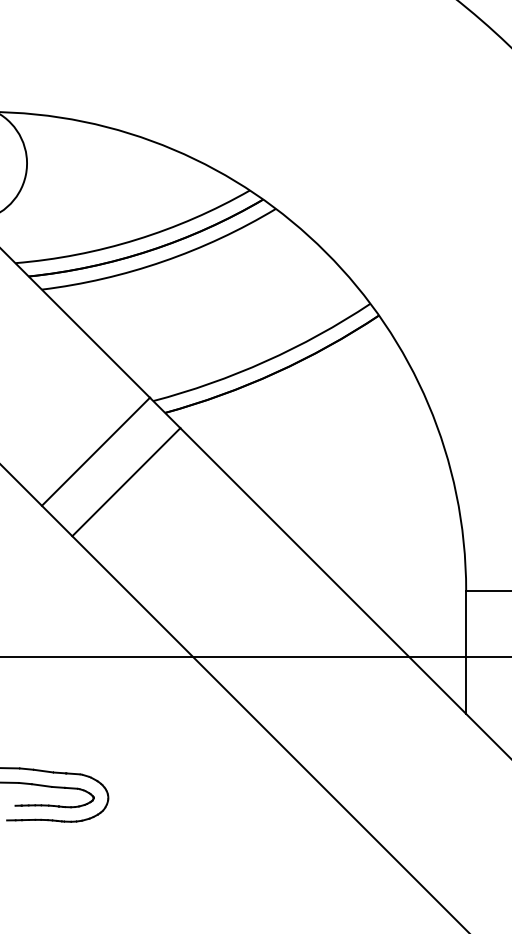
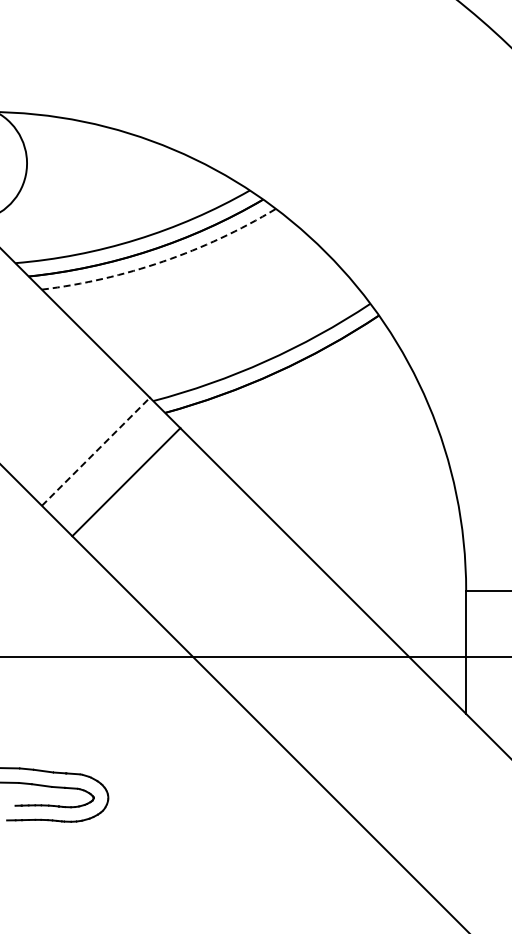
arc at (163, 261): solid -> dashed
line at (96, 451): solid -> dashed
